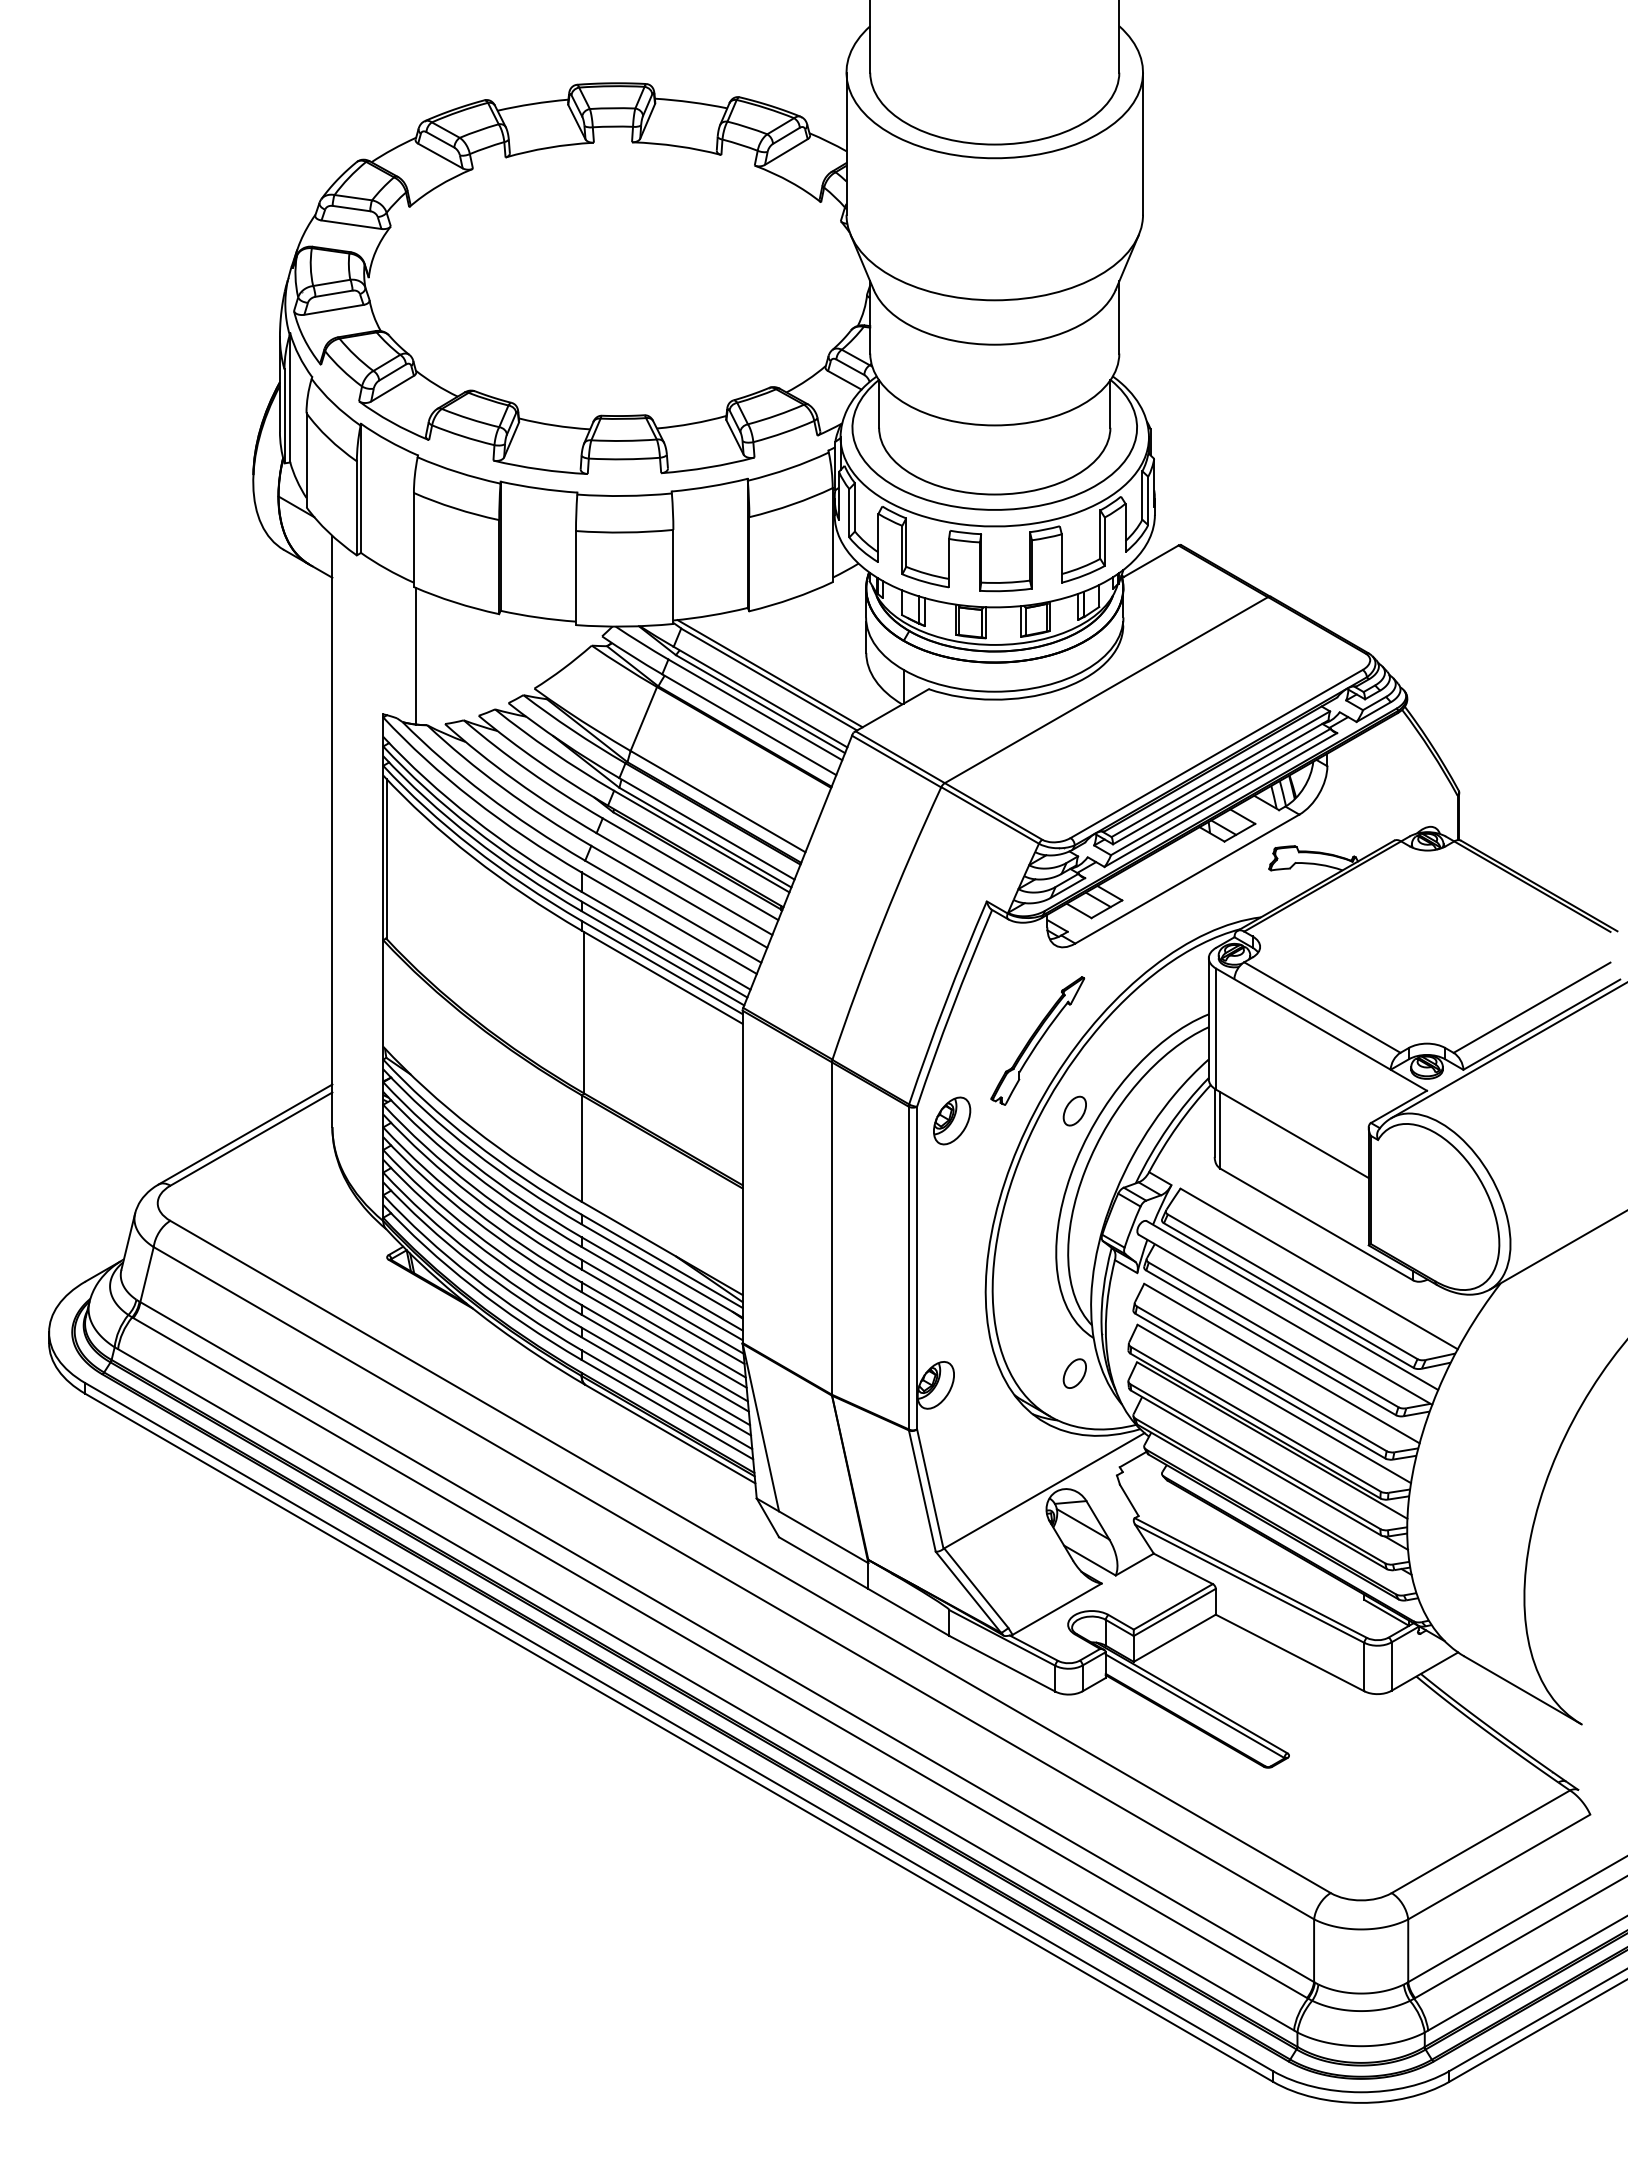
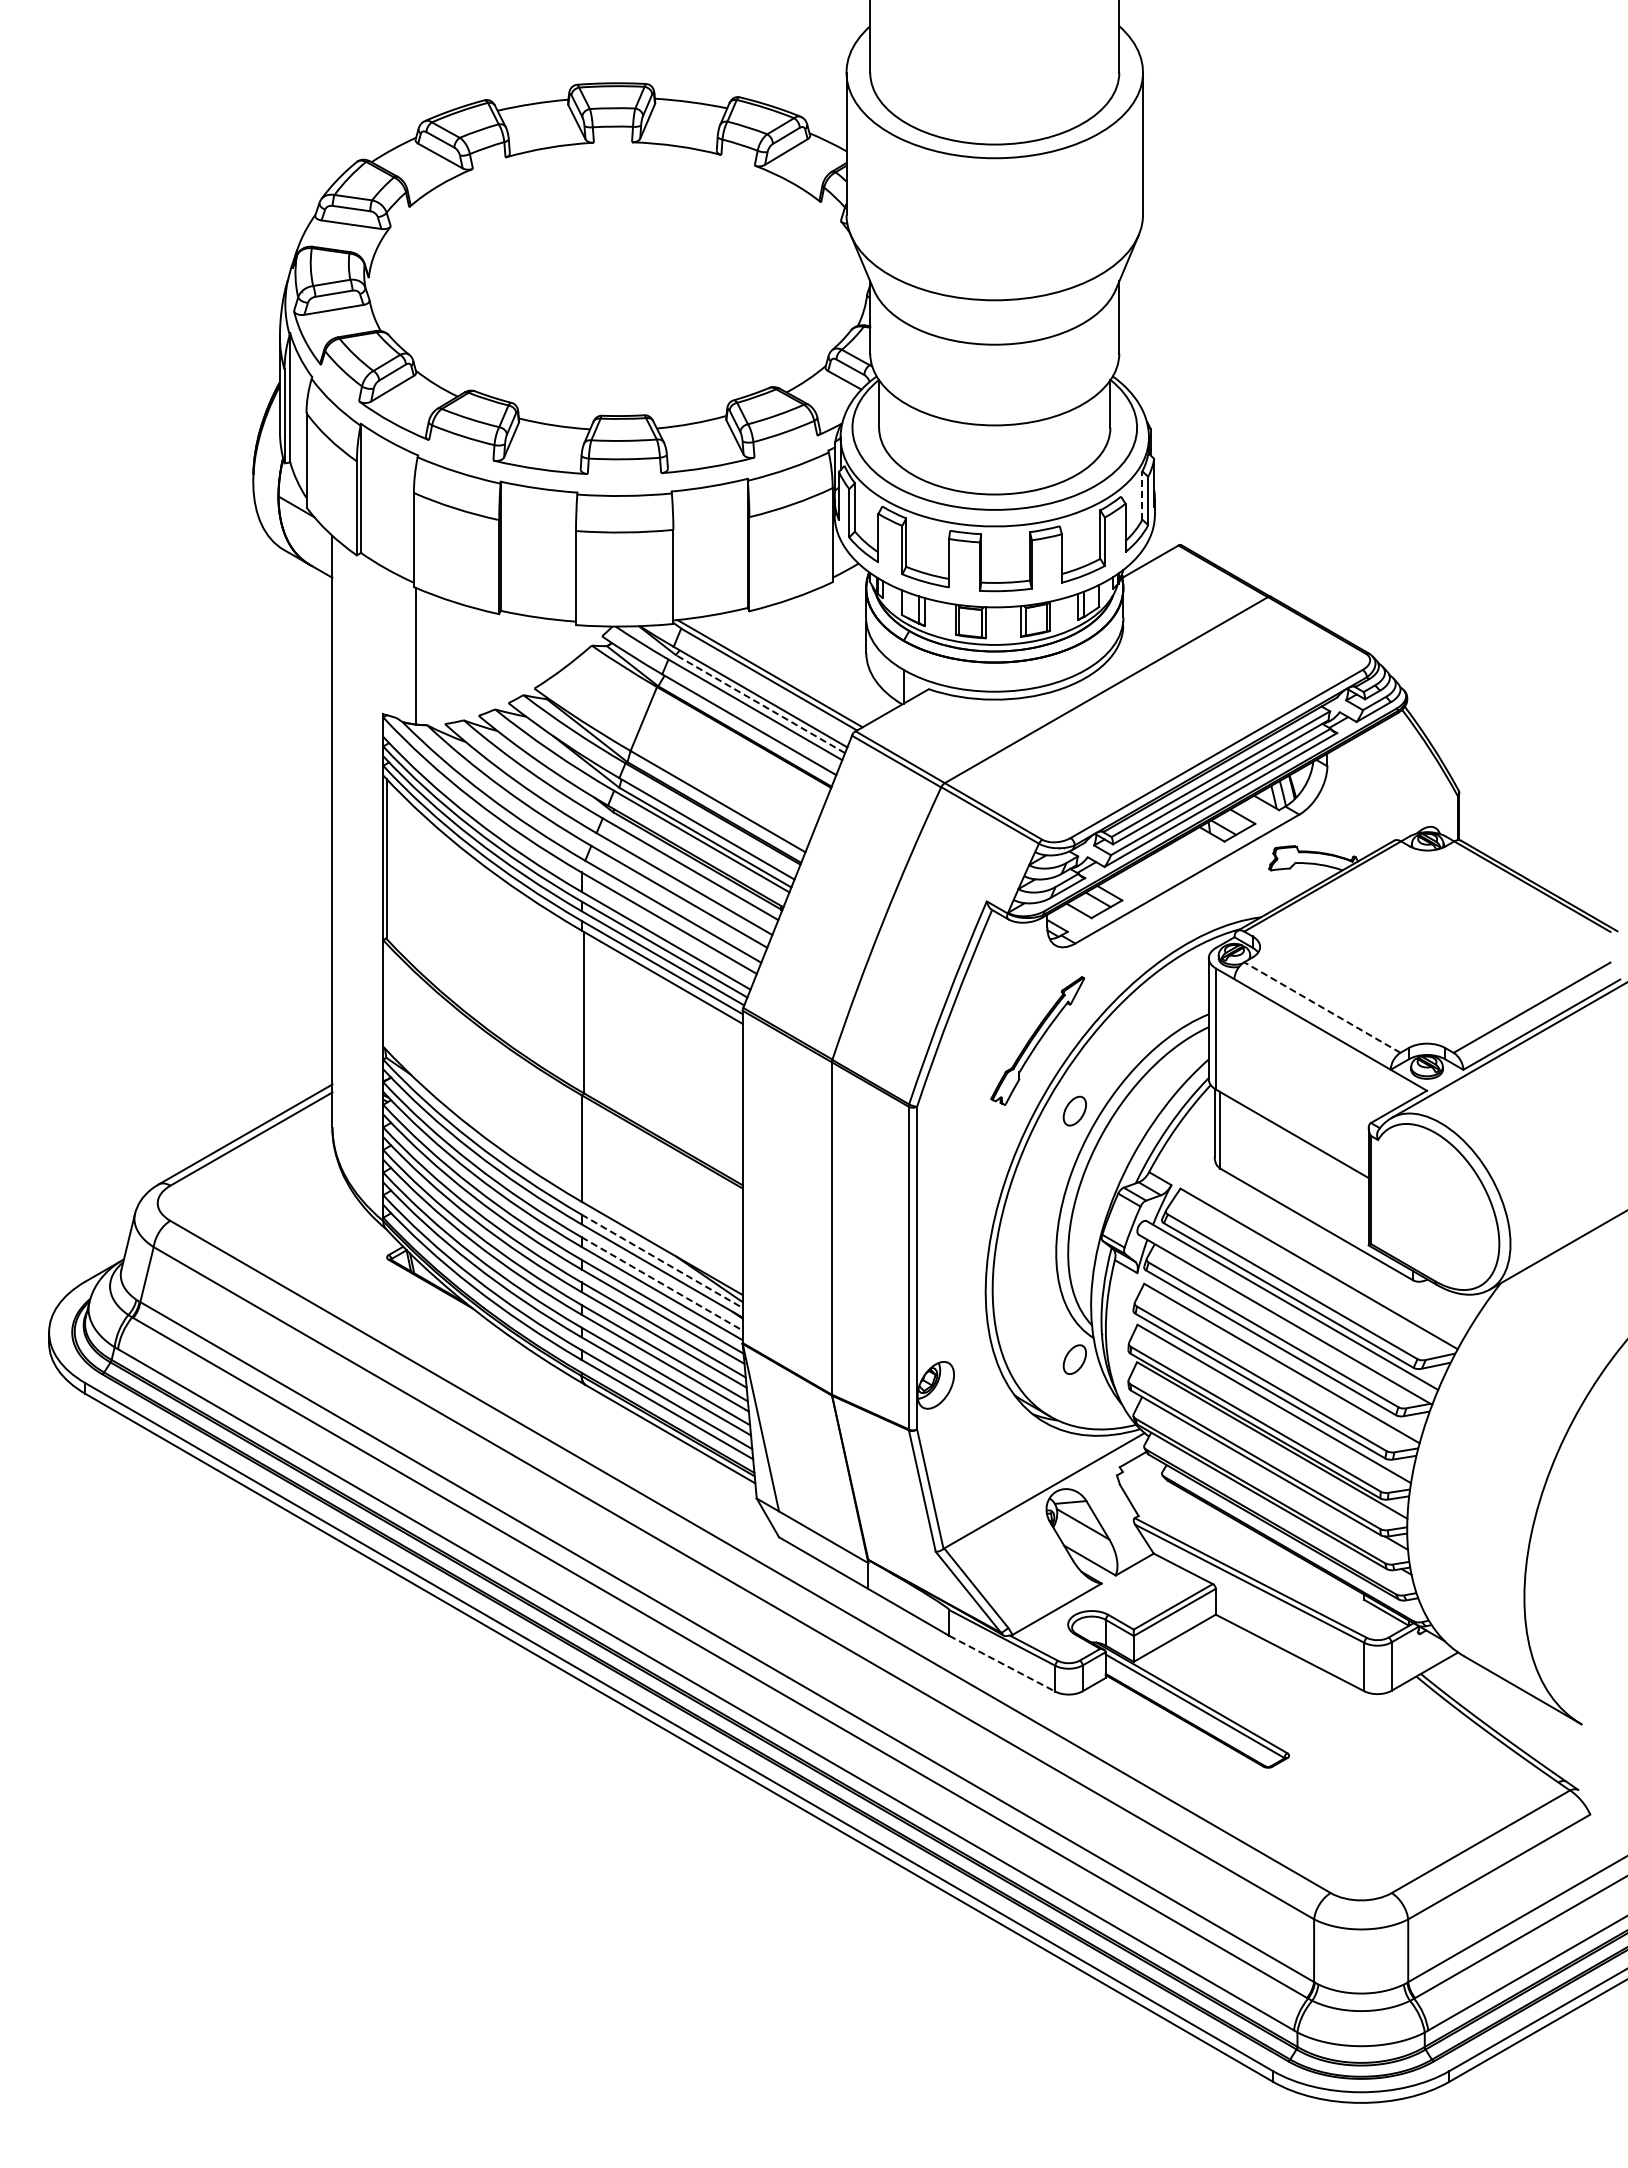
line at (1142, 494): solid -> dashed
line at (760, 704): solid -> dashed
line at (1321, 1007): solid -> dashed
part at (952, 1120): present -> none
line at (662, 1261): solid -> dashed
line at (662, 1284): solid -> dashed
part at (1074, 1373) position: (1074, 1373) -> (1074, 1359)
line at (1002, 1663): solid -> dashed
